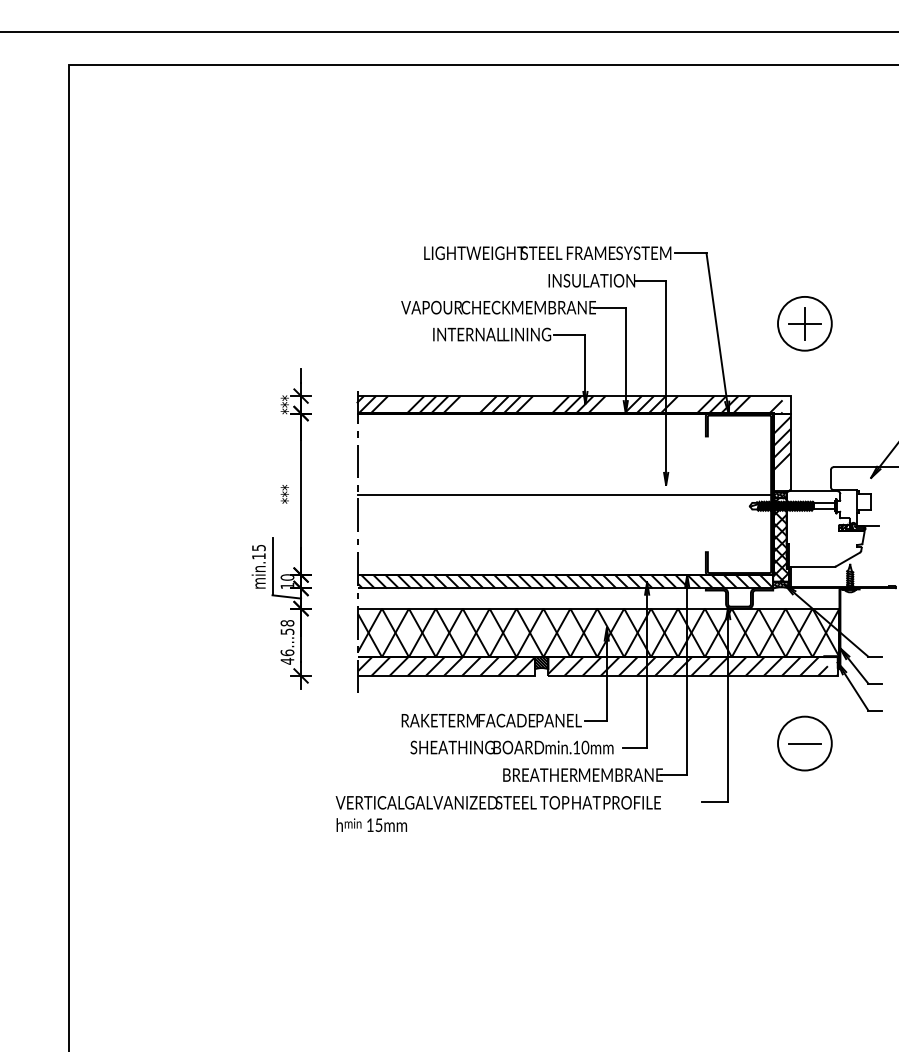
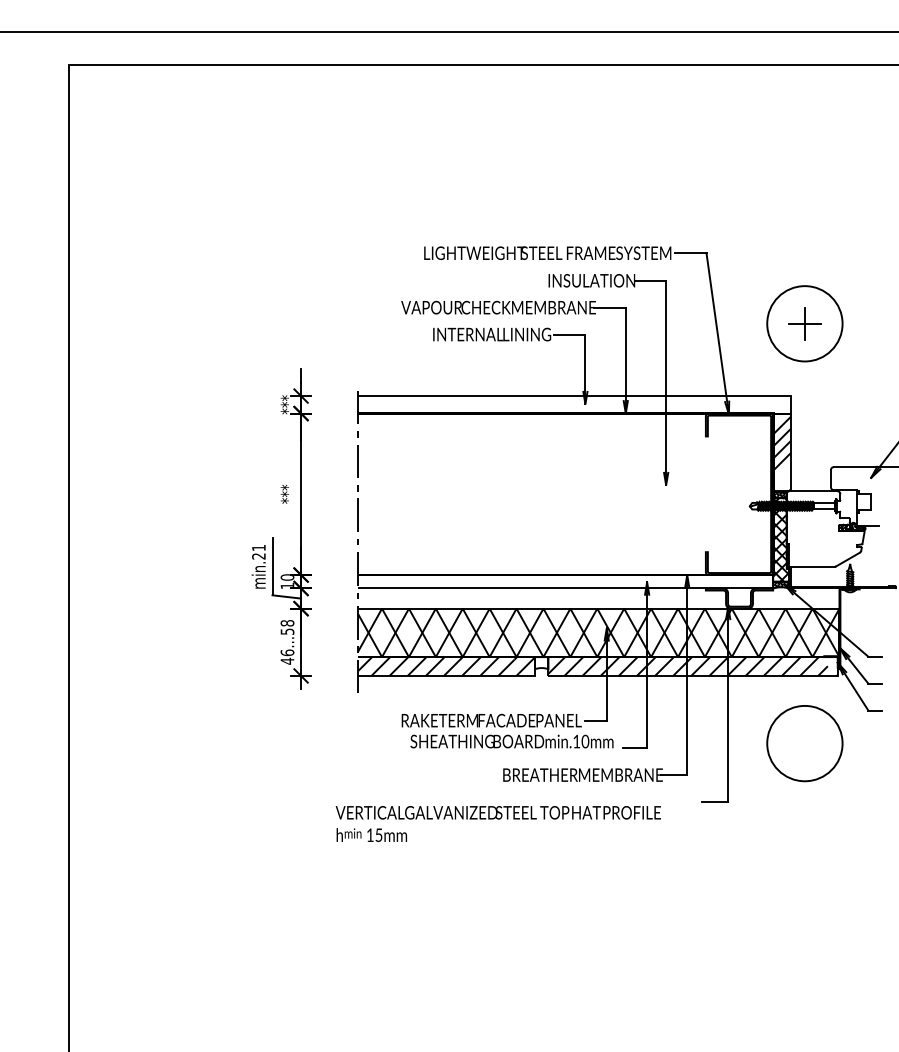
circle at (804, 323) diameter: 54 px -> 75 px
hatch at (569, 404): present -> none
line at (564, 494): present -> none
text at (258, 552): min.15 -> min.21
hatch at (565, 581): present -> none
hatch at (541, 663): present -> none
circle at (804, 743) diameter: 54 px -> 75 px
line at (804, 743): present -> none
text at (511, 747) position: (511, 747) -> (511, 741)
text at (497, 813) position: (497, 813) -> (497, 823)
